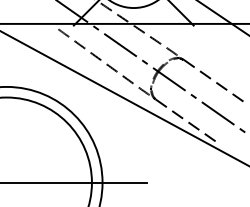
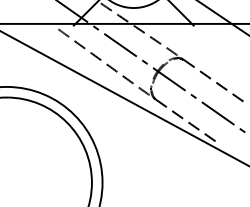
line at (74, 182): present -> none
